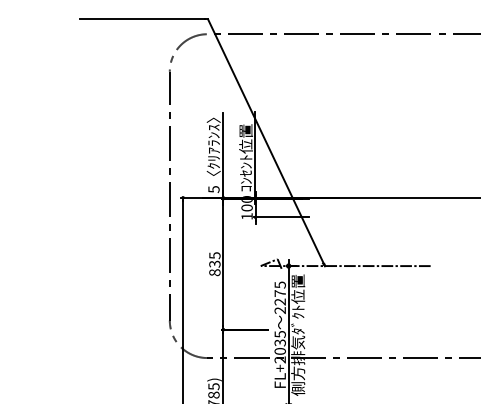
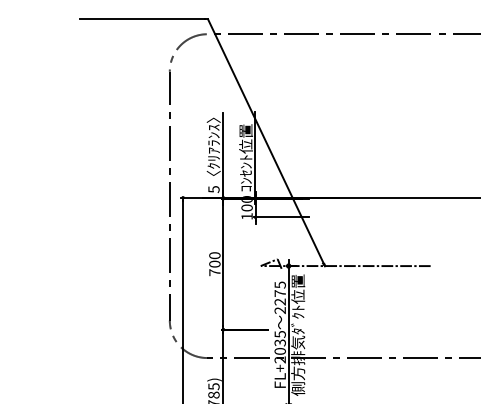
text at (214, 264): 835 -> 700
